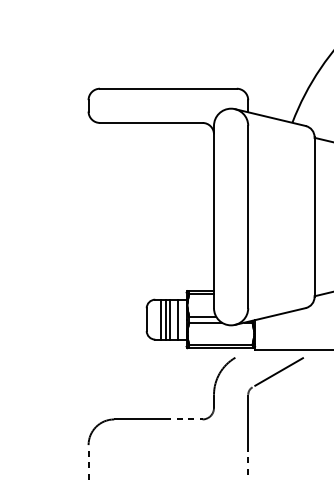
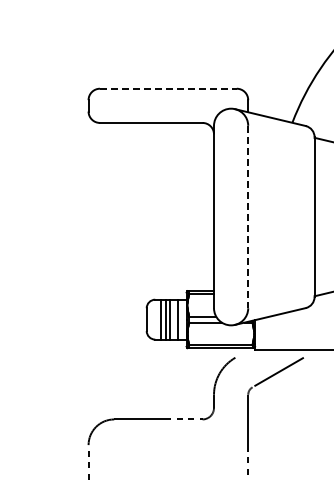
line at (168, 88): solid -> dashed
line at (248, 217): solid -> dashed
